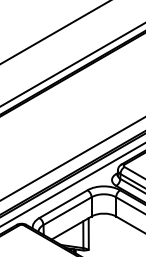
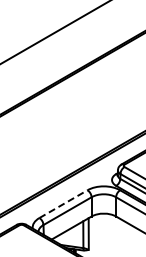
line at (72, 64): present -> none
line at (72, 158): present -> none
line at (72, 184): present -> none
line at (63, 204): solid -> dashed
